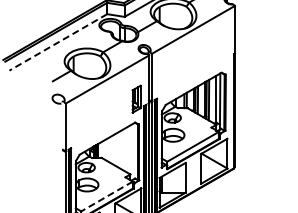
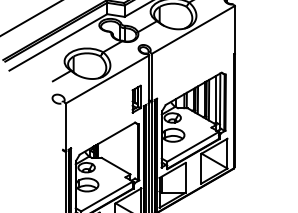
line at (30, 18): none -> present
line at (57, 42): dashed -> solid
line at (107, 196): dashed -> solid
